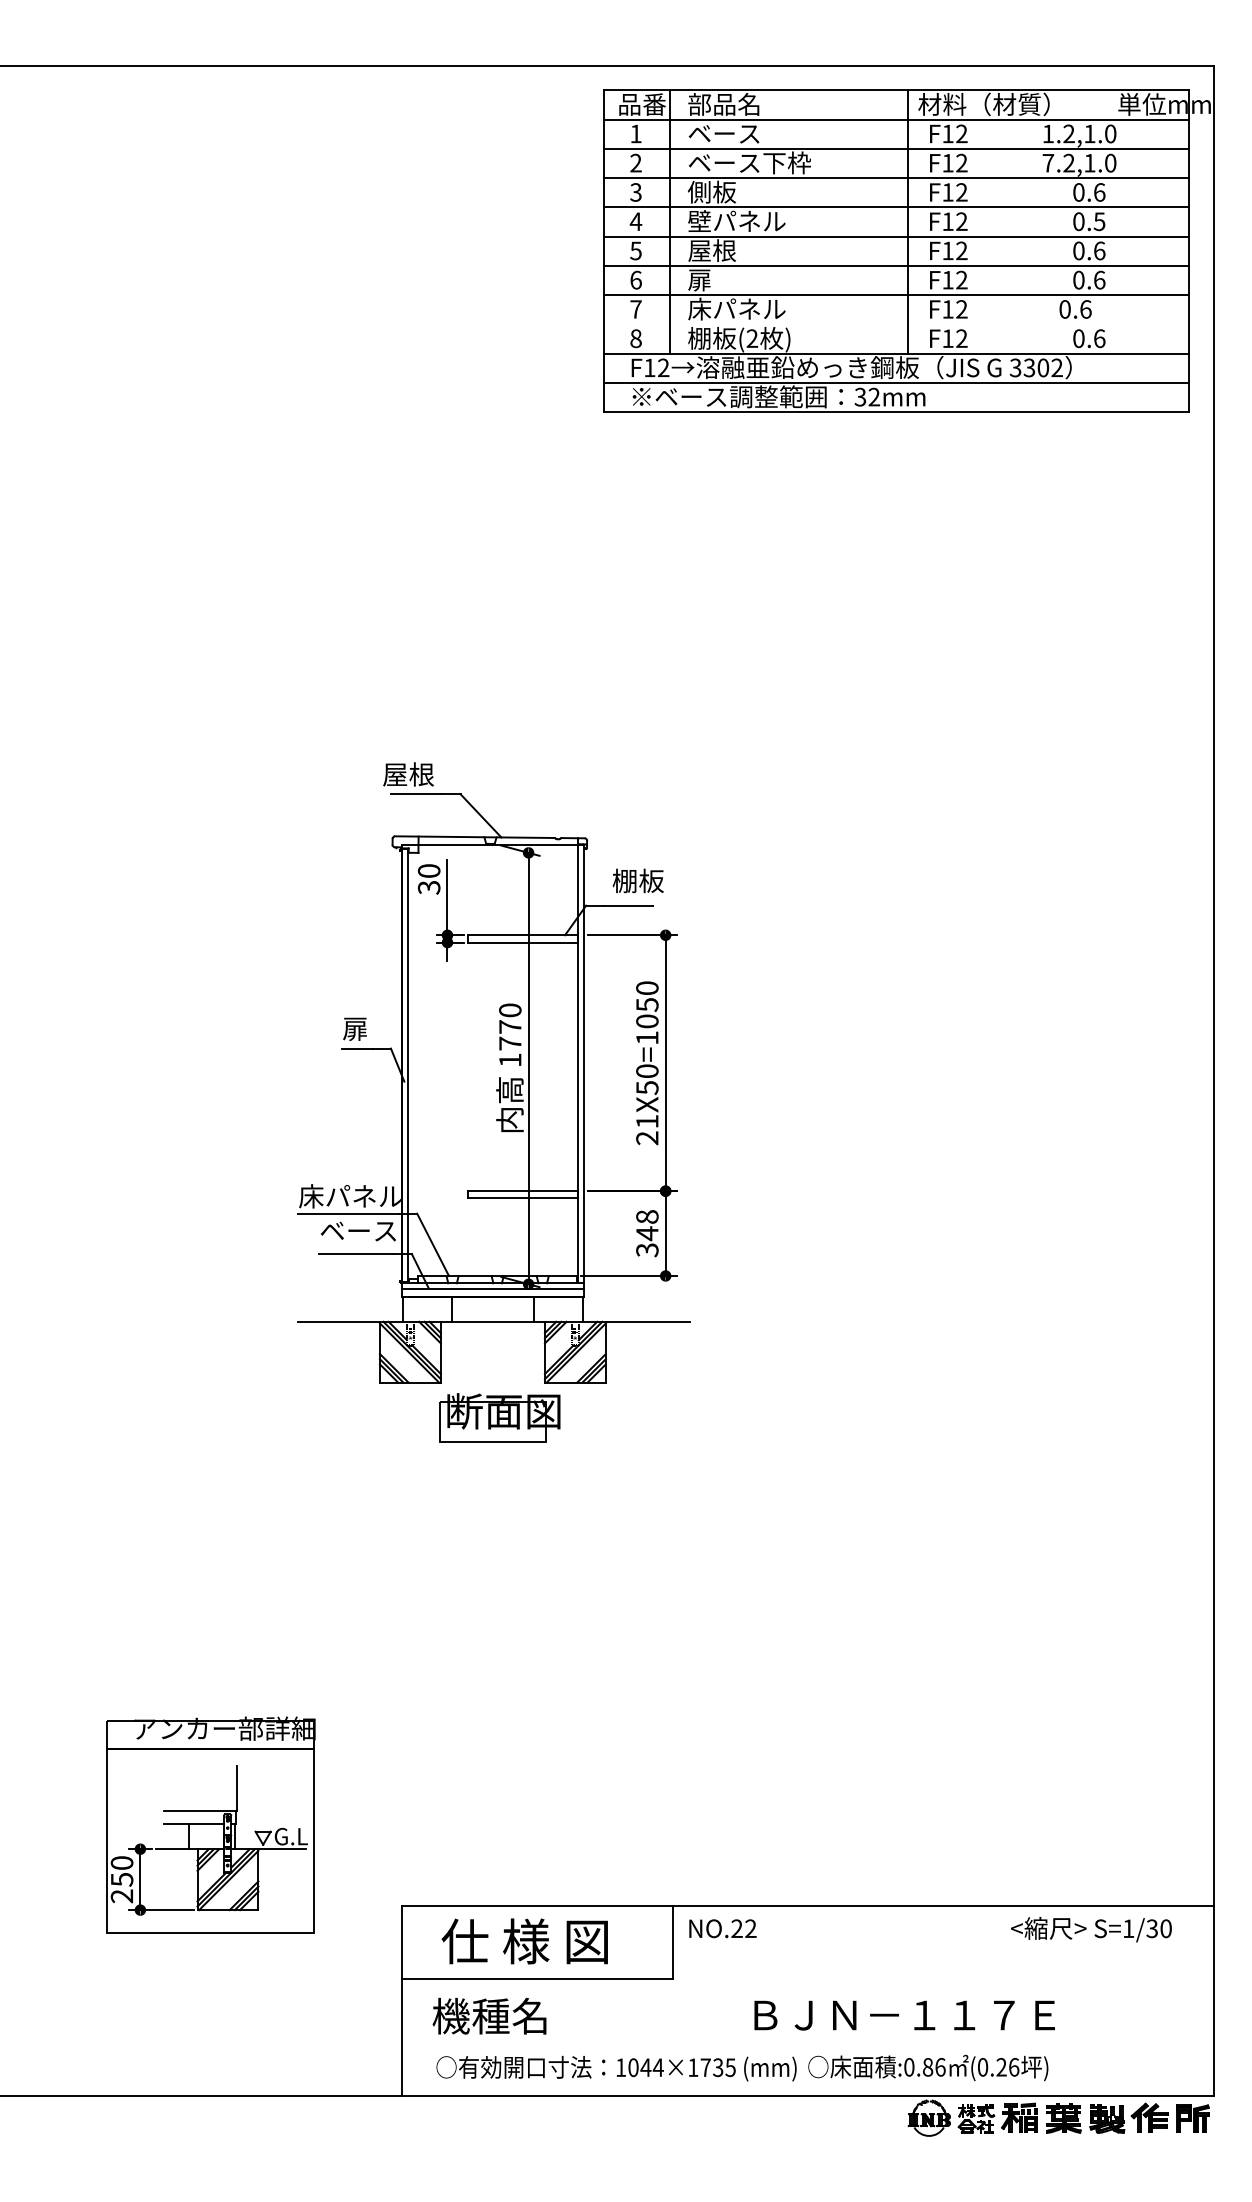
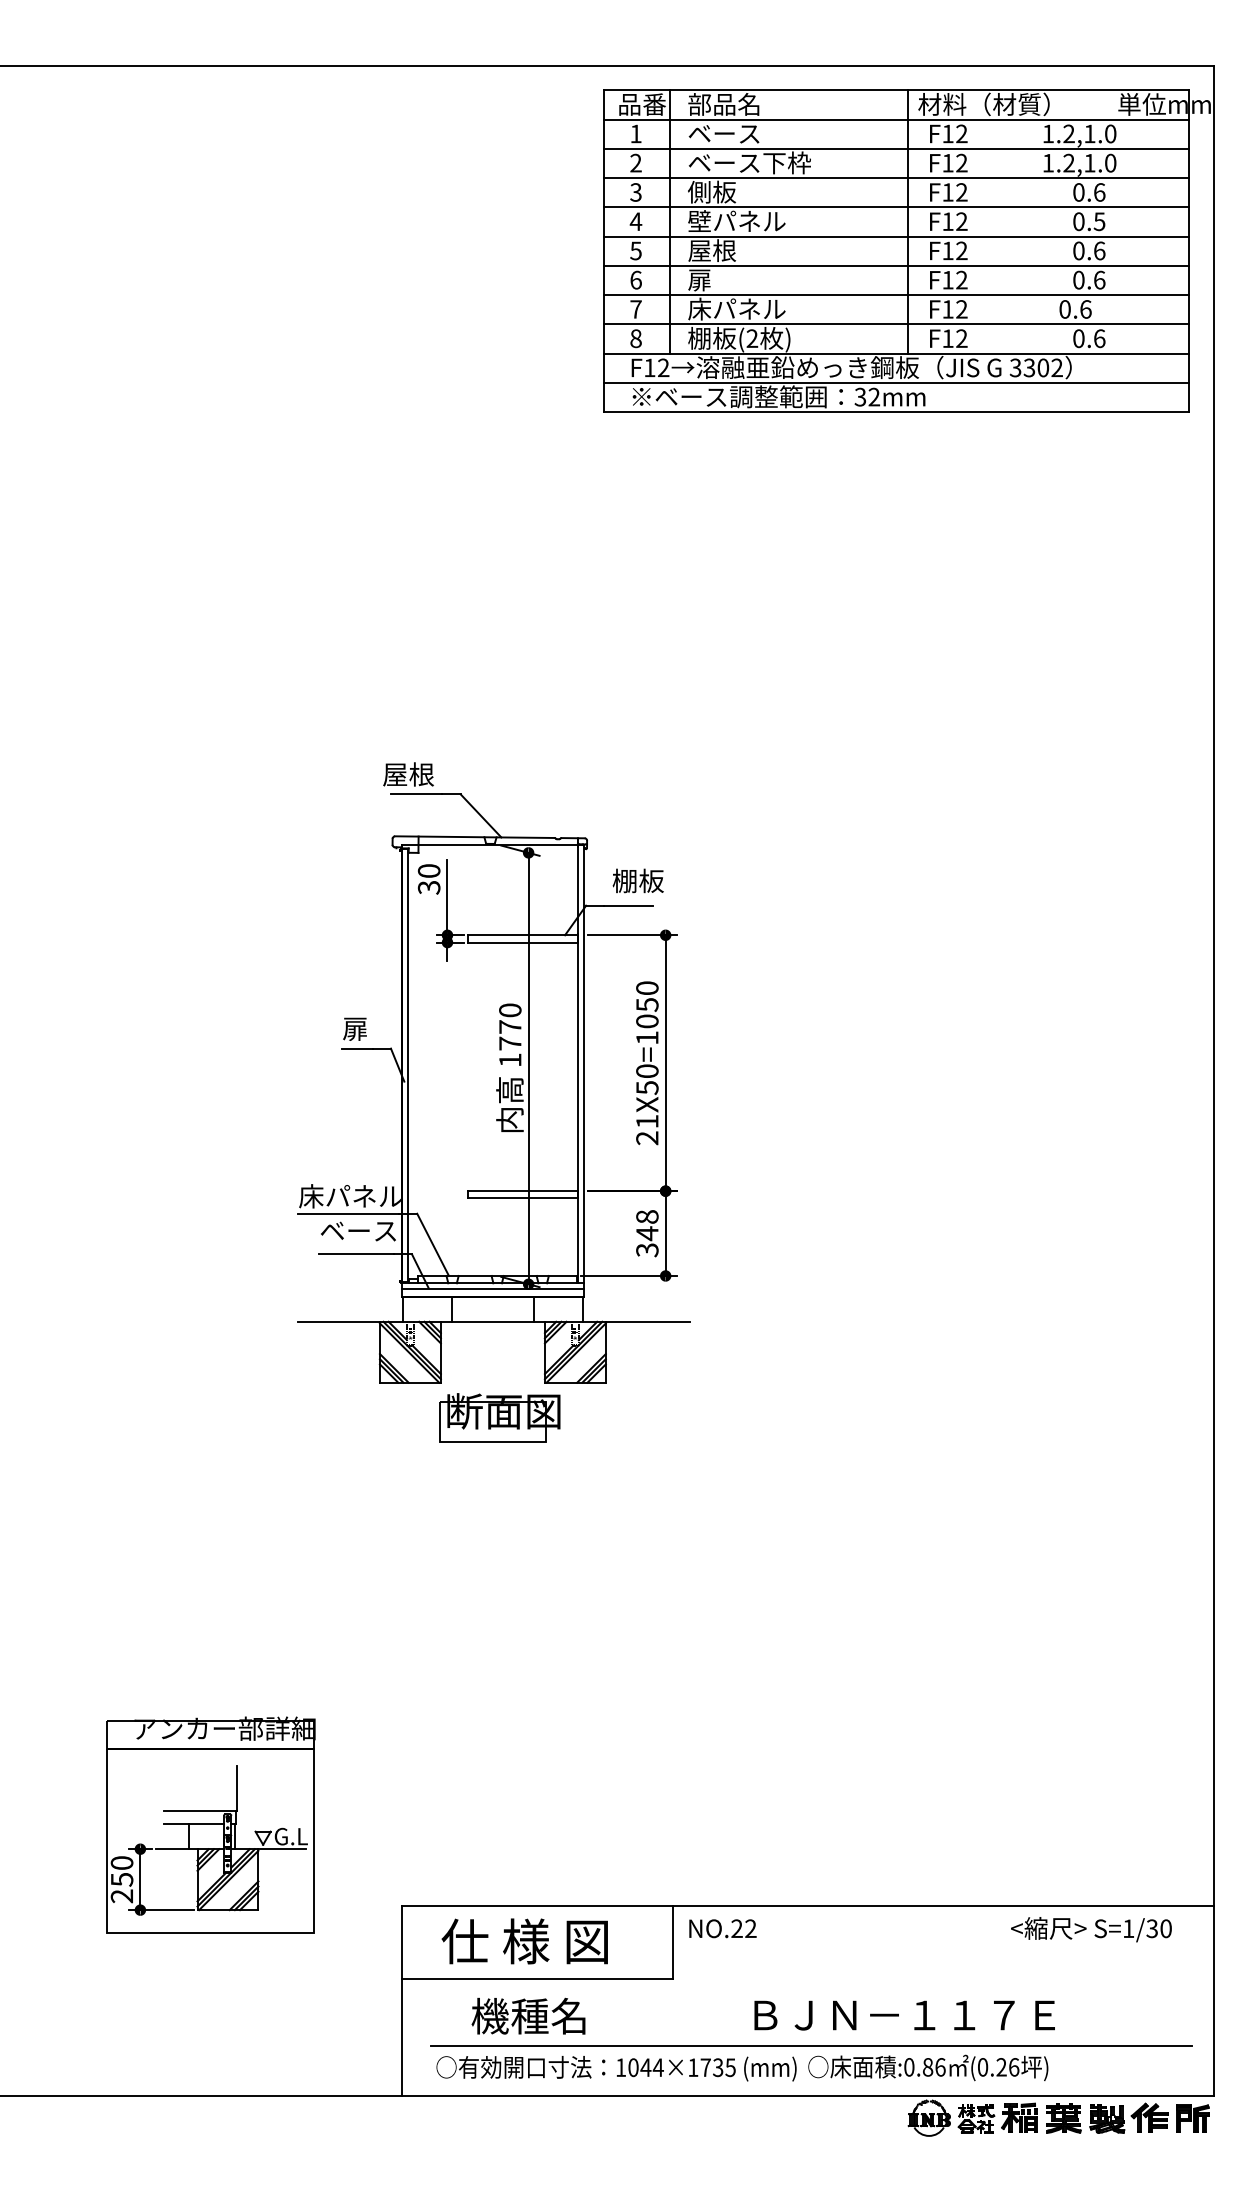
text at (1048, 163): 7.2,1.0 -> 1.2,1.0
line at (896, 324): none -> present
text at (489, 2015) position: (489, 2015) -> (528, 2015)
line at (811, 2045): none -> present
